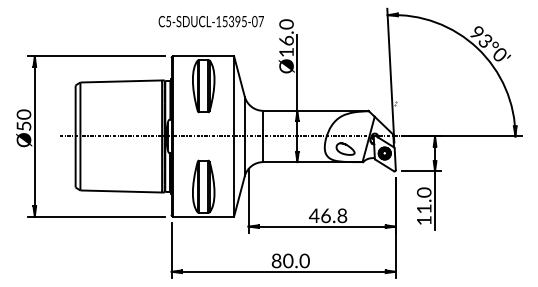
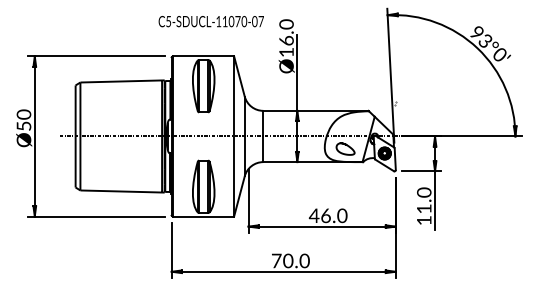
text at (234, 21): C5-SDUCL-15395-07 -> C5-SDUCL-11070-07
text at (342, 215): 46.8 -> 46.0
text at (276, 260): 80.0 -> 70.0
